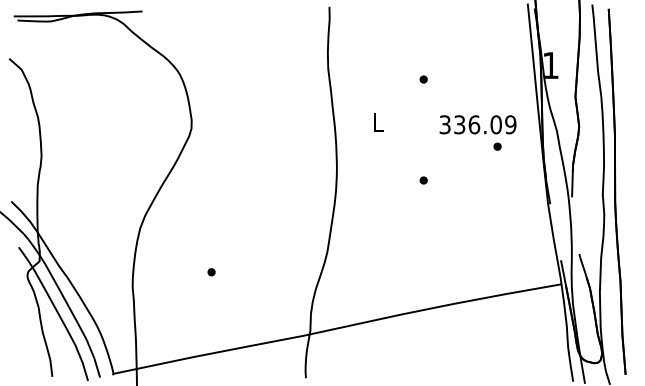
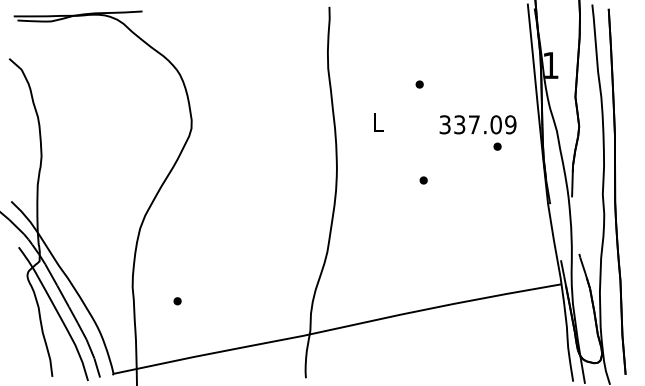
part at (423, 79) position: (423, 79) -> (419, 84)
text at (474, 124): 336.09 -> 337.09
part at (211, 272) position: (211, 272) -> (177, 301)
